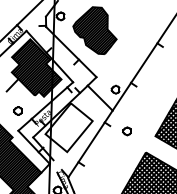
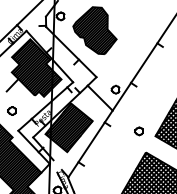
part at (17, 110) position: (17, 110) -> (11, 110)
hatch at (69, 127): none -> present
part at (126, 131) position: (126, 131) -> (138, 131)
